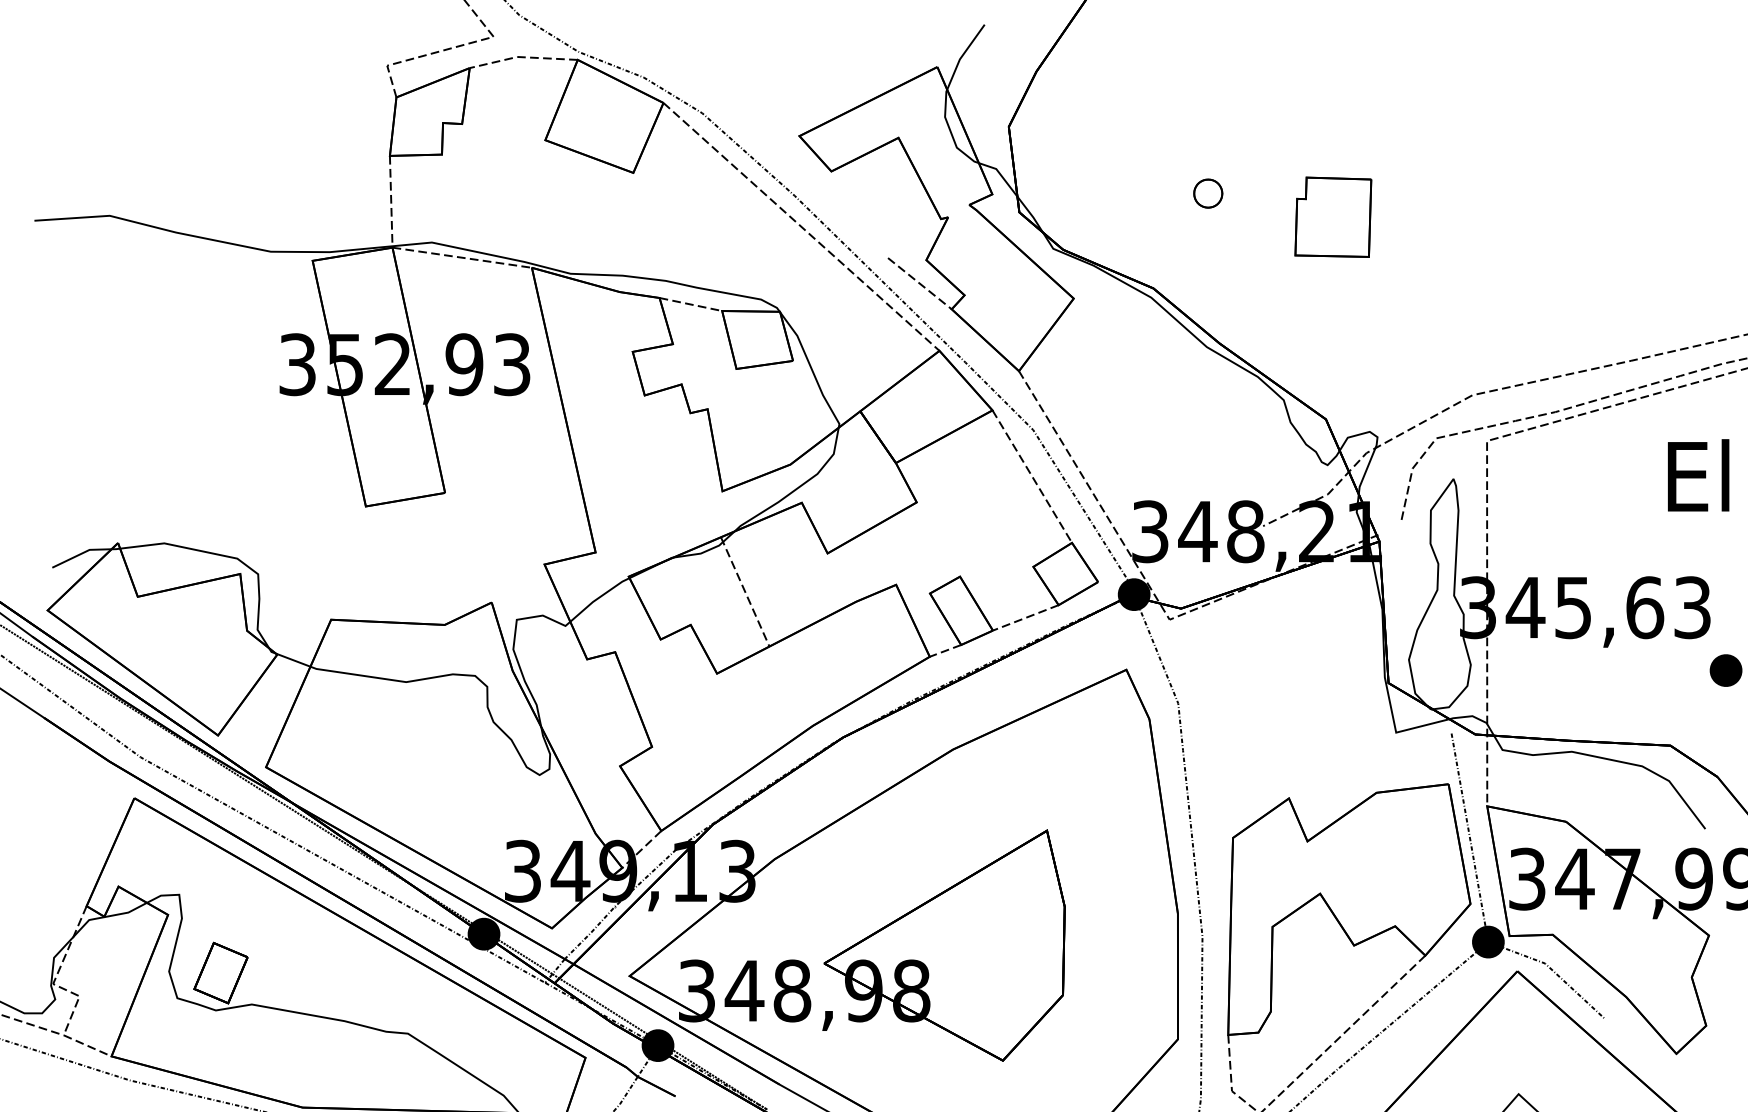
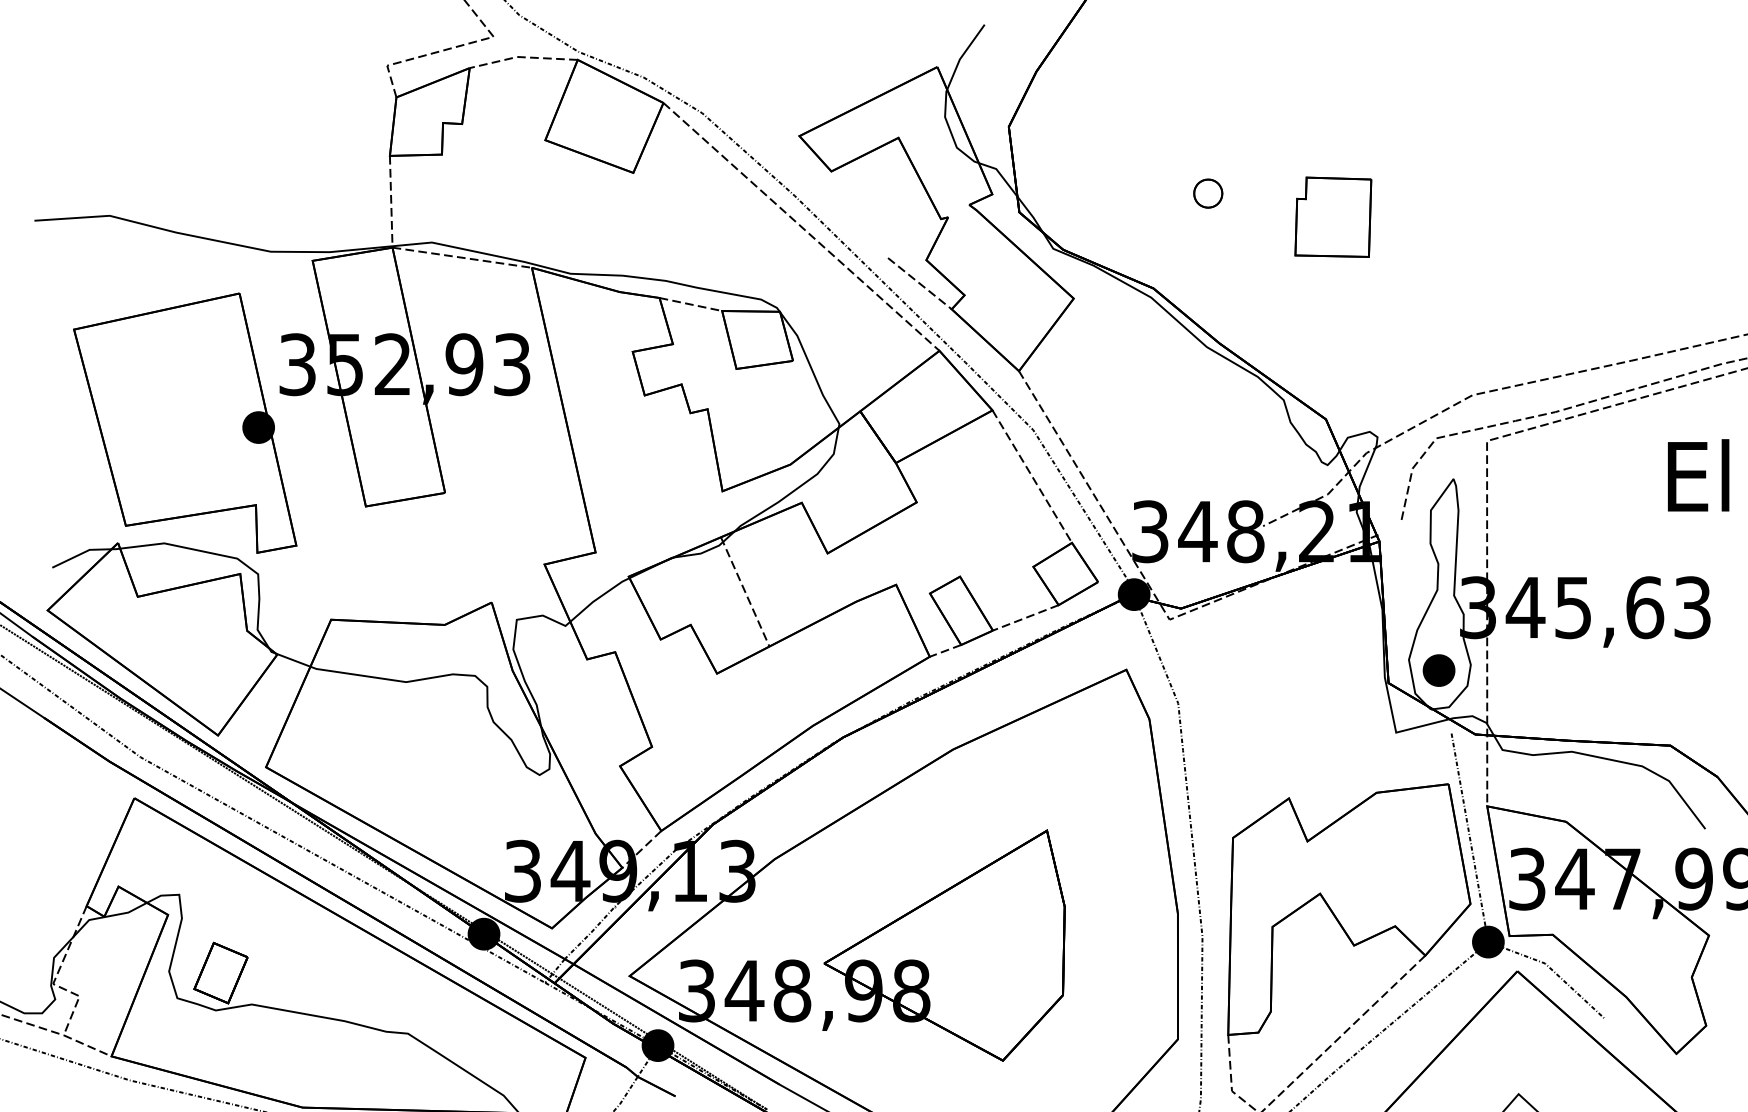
part at (185, 422): none -> present
part at (1725, 670) position: (1725, 670) -> (1438, 670)
